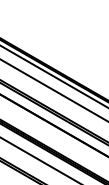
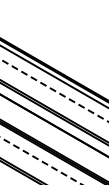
line at (54, 90): solid -> dashed
line at (41, 161): solid -> dashed
